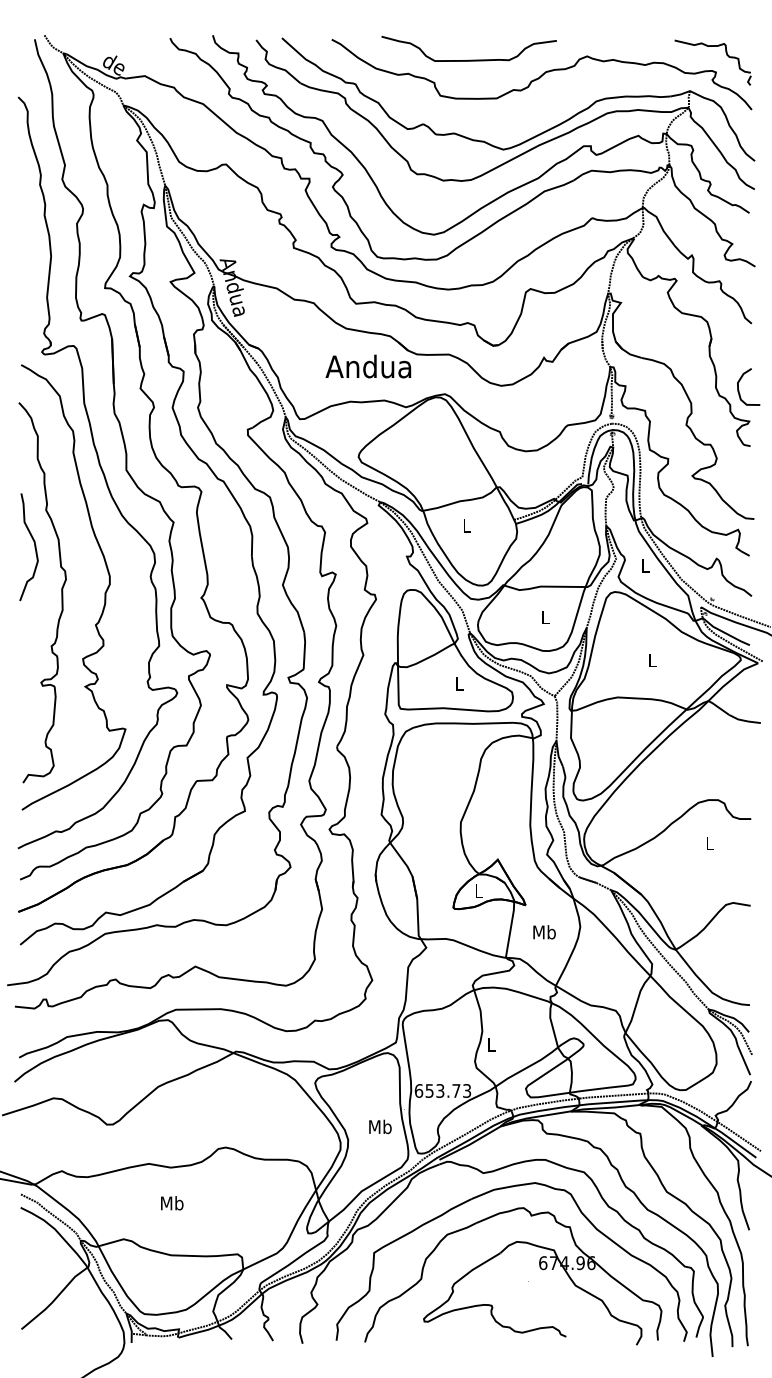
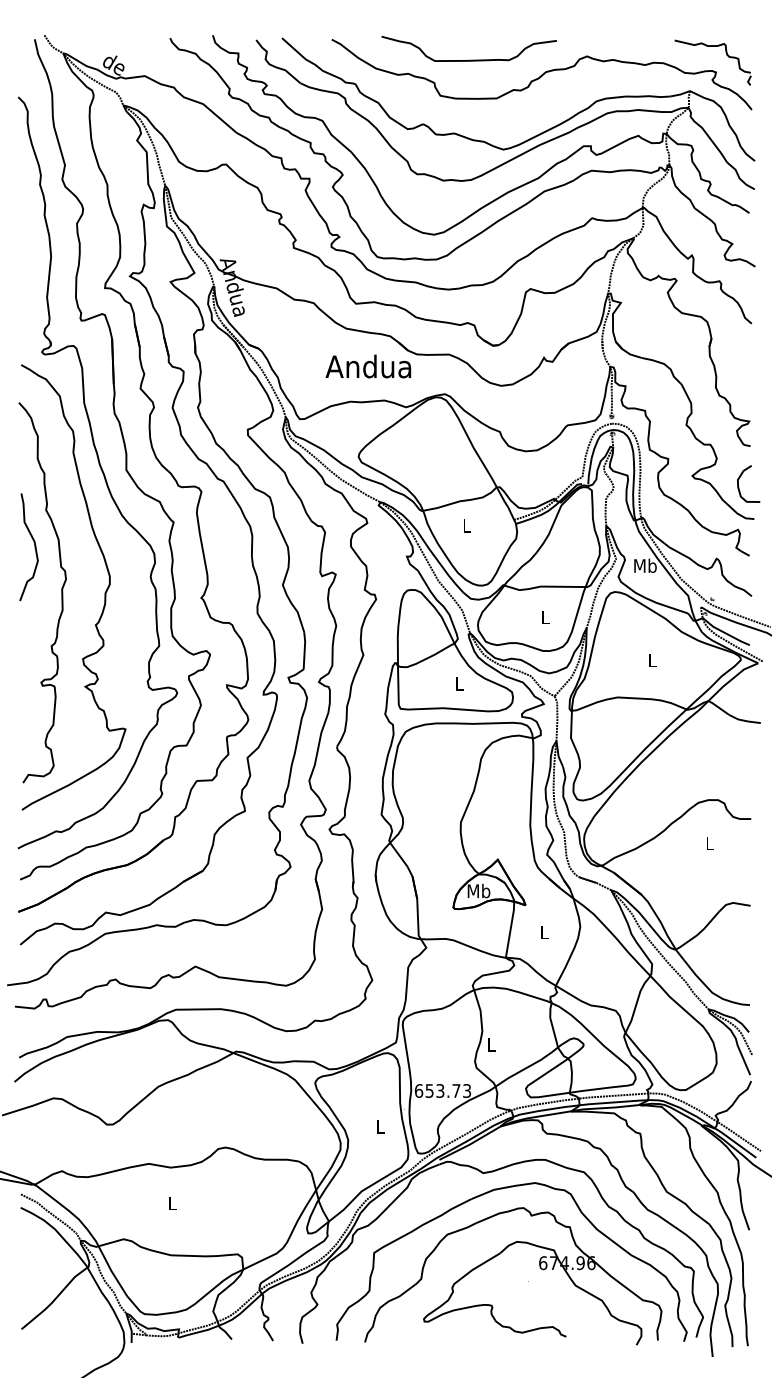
curve at (739, 382) position: (739, 382) -> (739, 479)
text at (645, 565): L -> Mb
text at (478, 890): L -> Mb
text at (544, 932): Mb -> L
text at (380, 1126): Mb -> L
text at (172, 1203): Mb -> L
